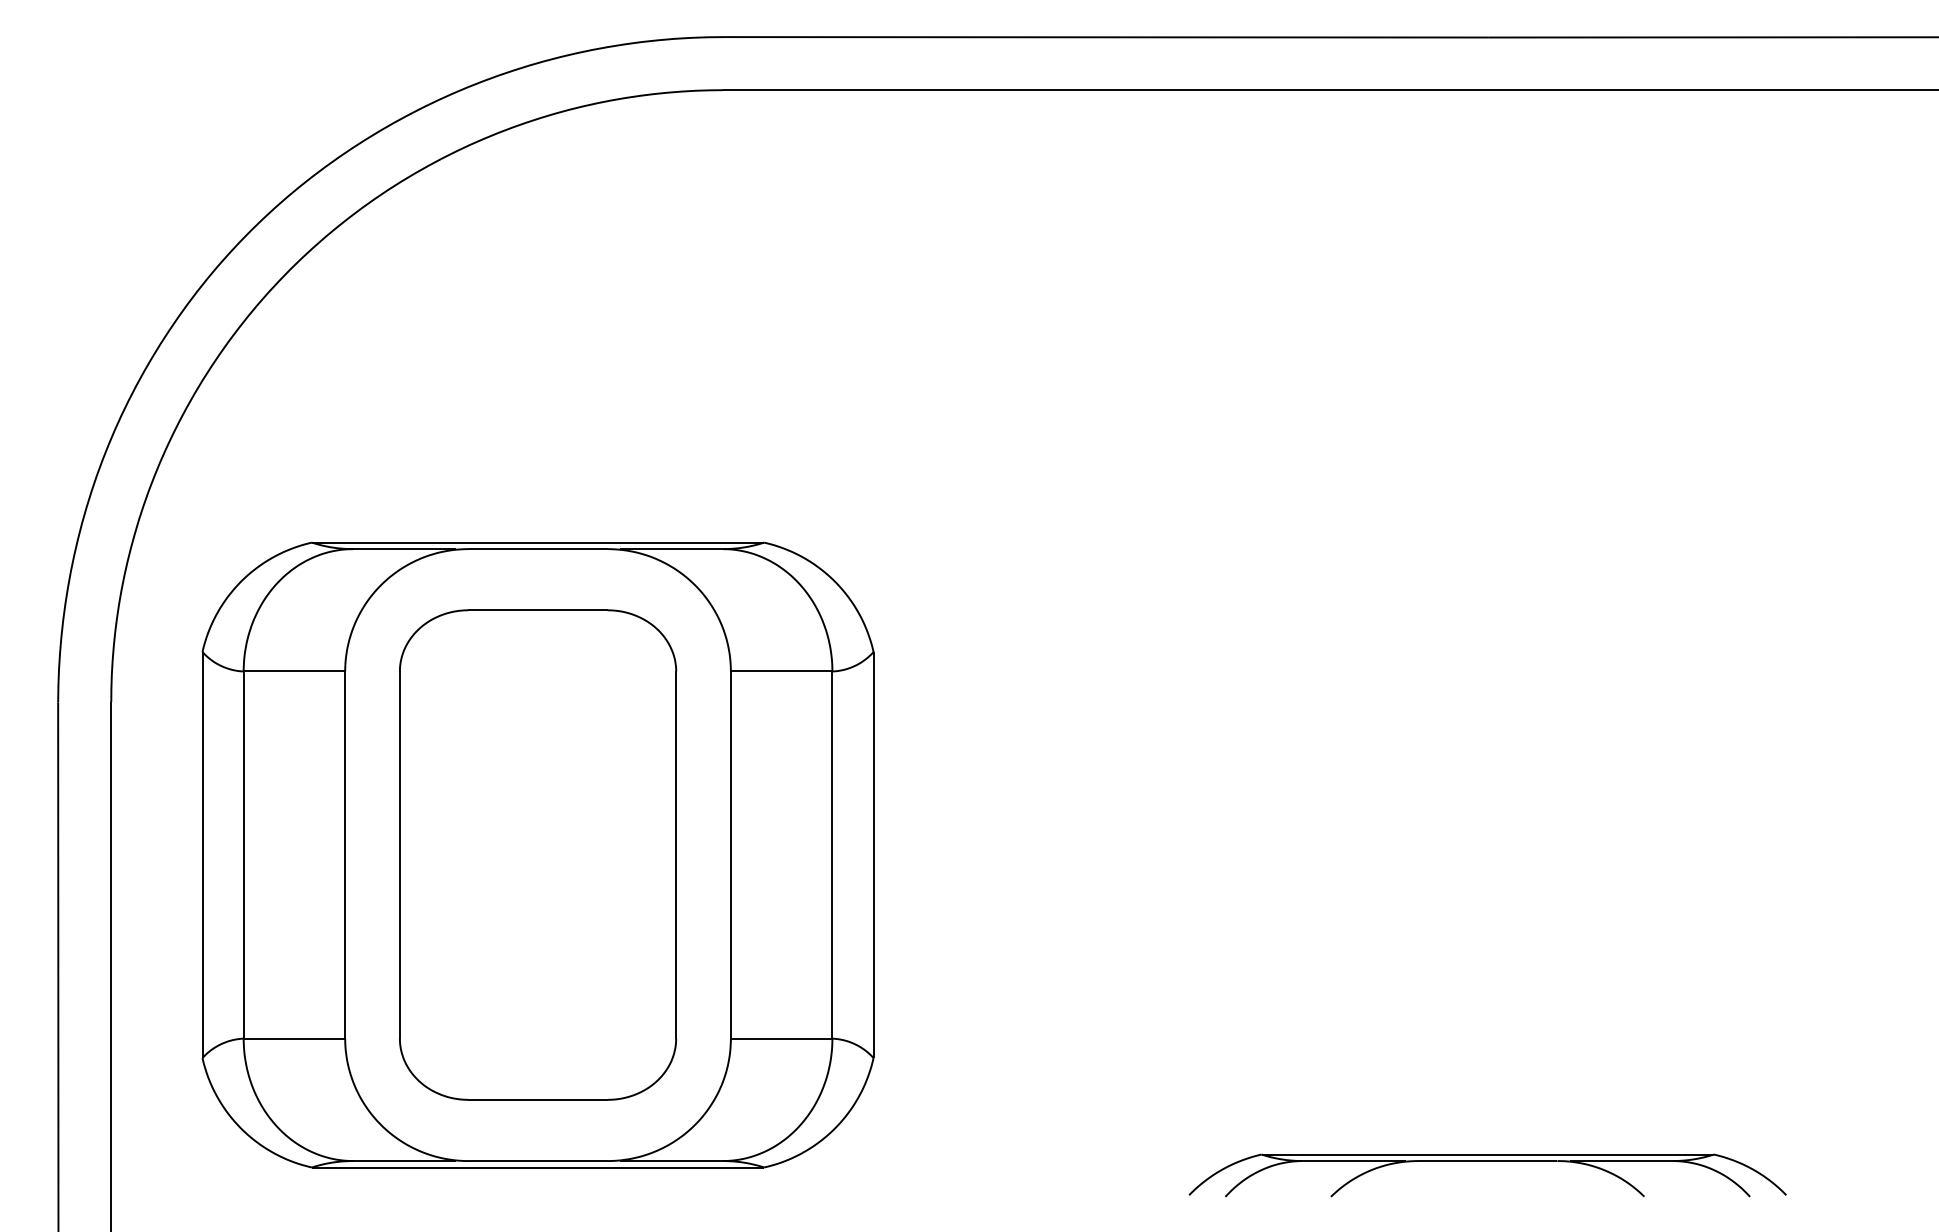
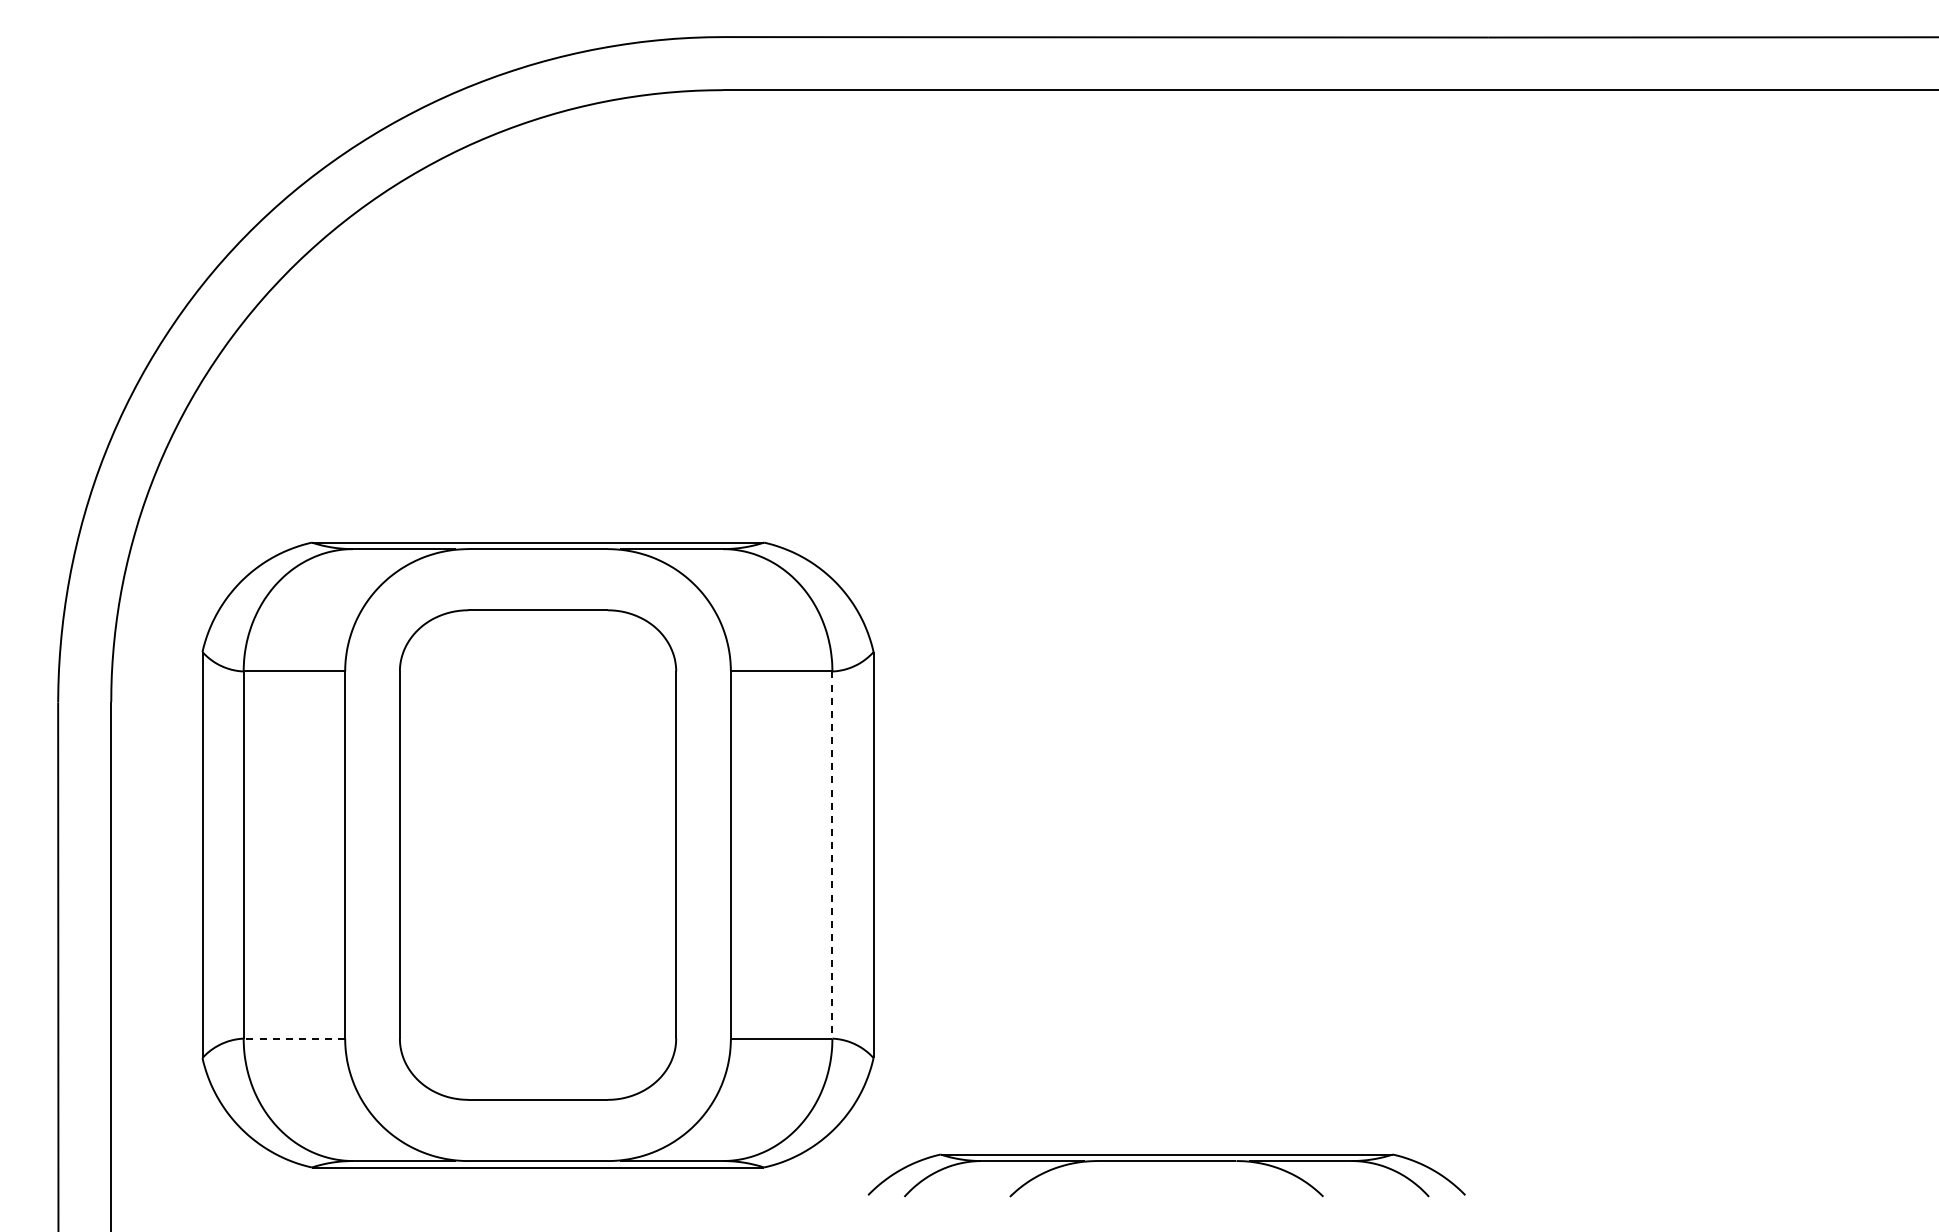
line at (832, 855): solid -> dashed
line at (294, 1038): solid -> dashed
part at (1487, 1161) position: (1487, 1161) -> (1166, 1161)
